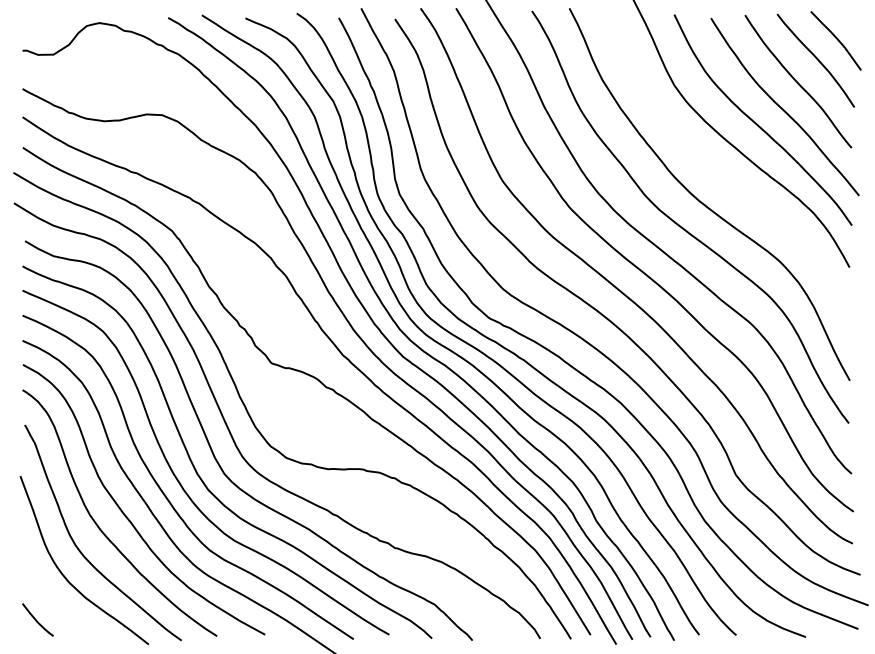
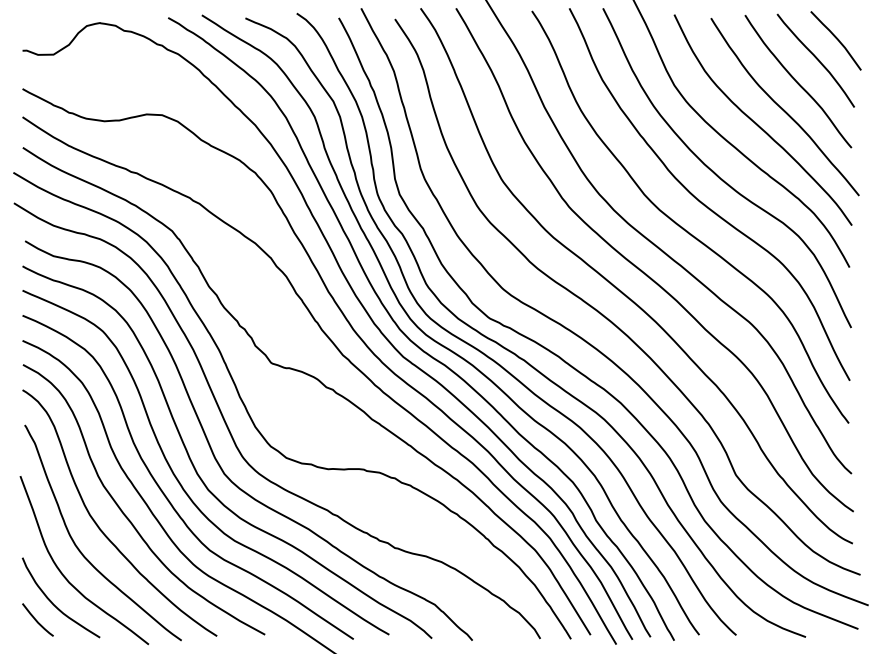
curve at (718, 175): none -> present
curve at (53, 603): none -> present
